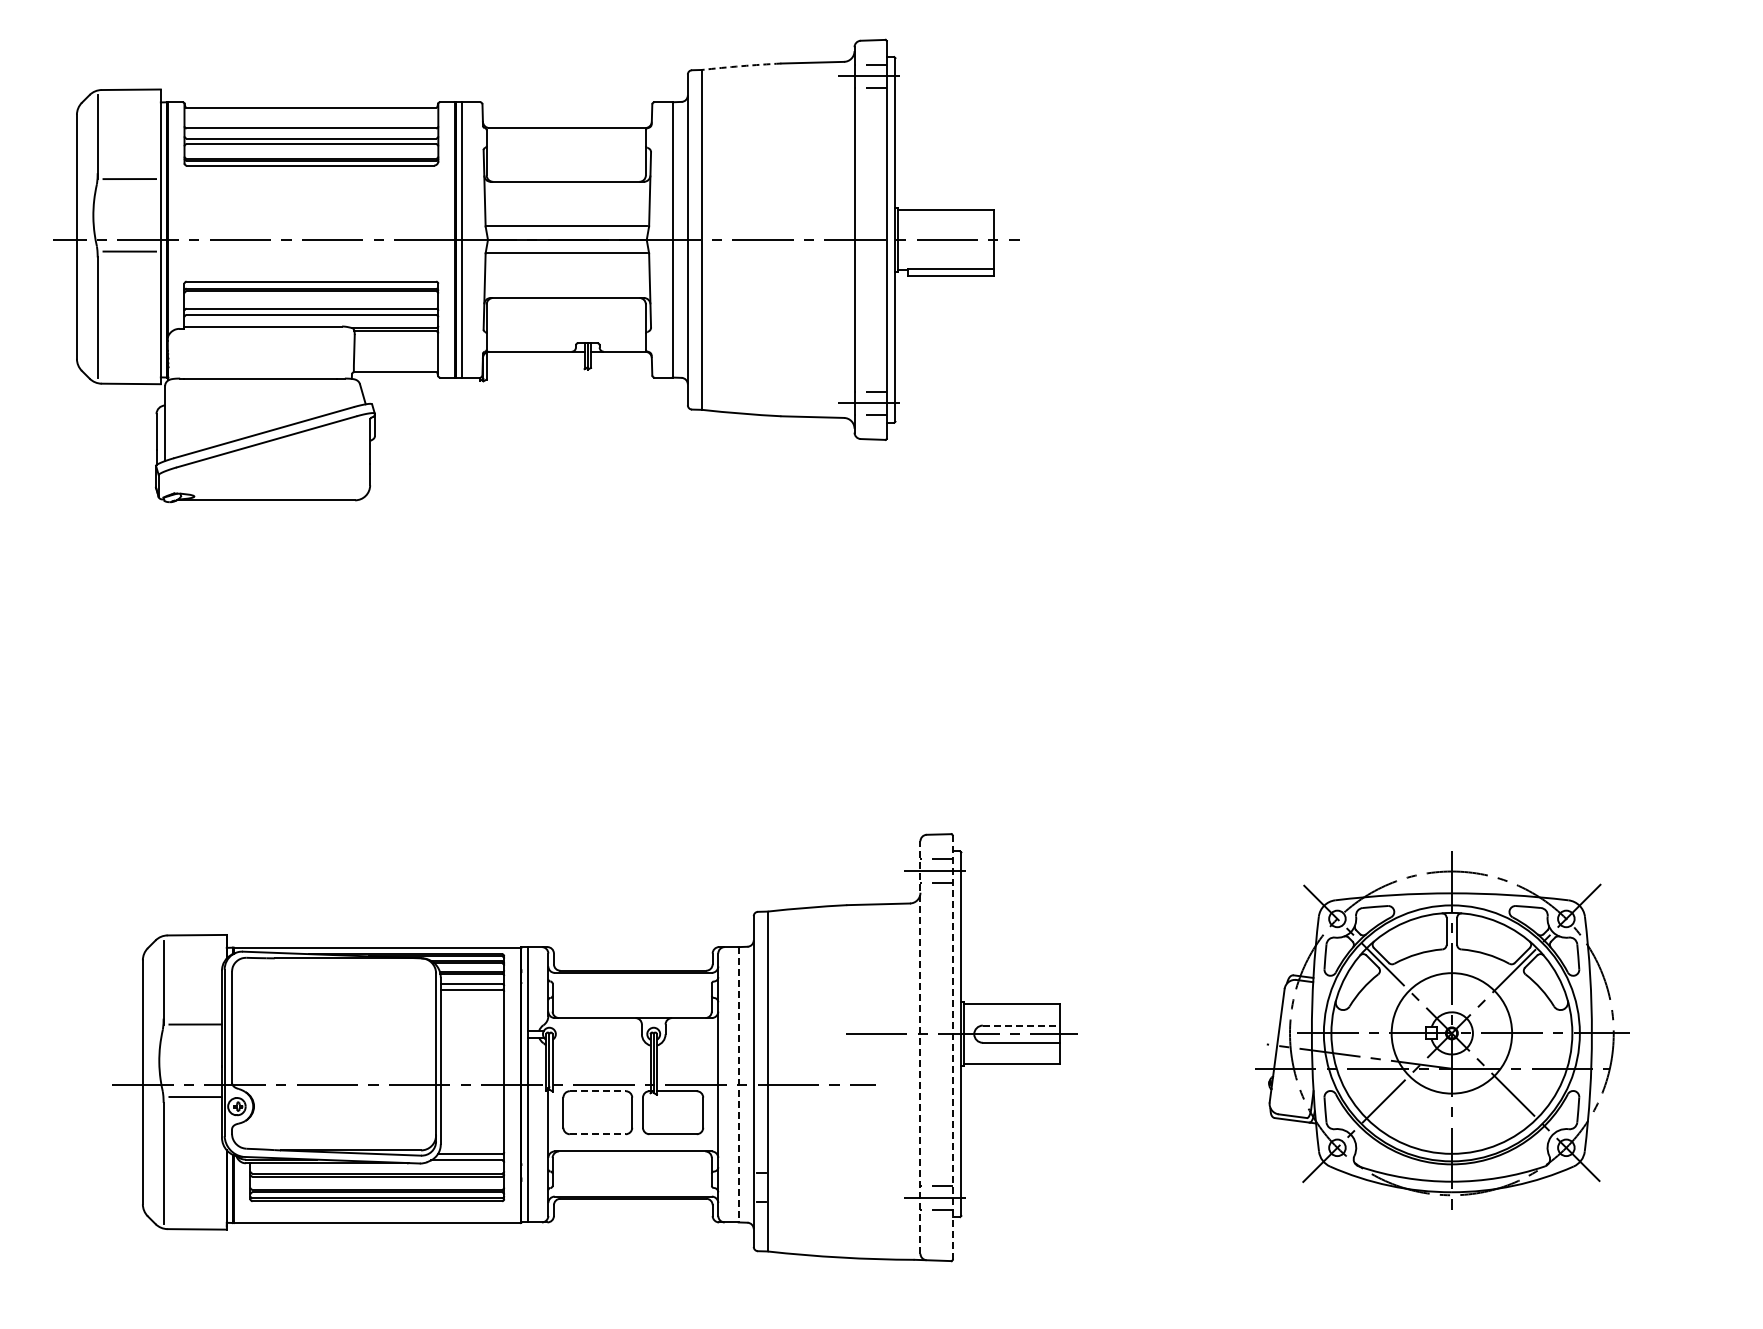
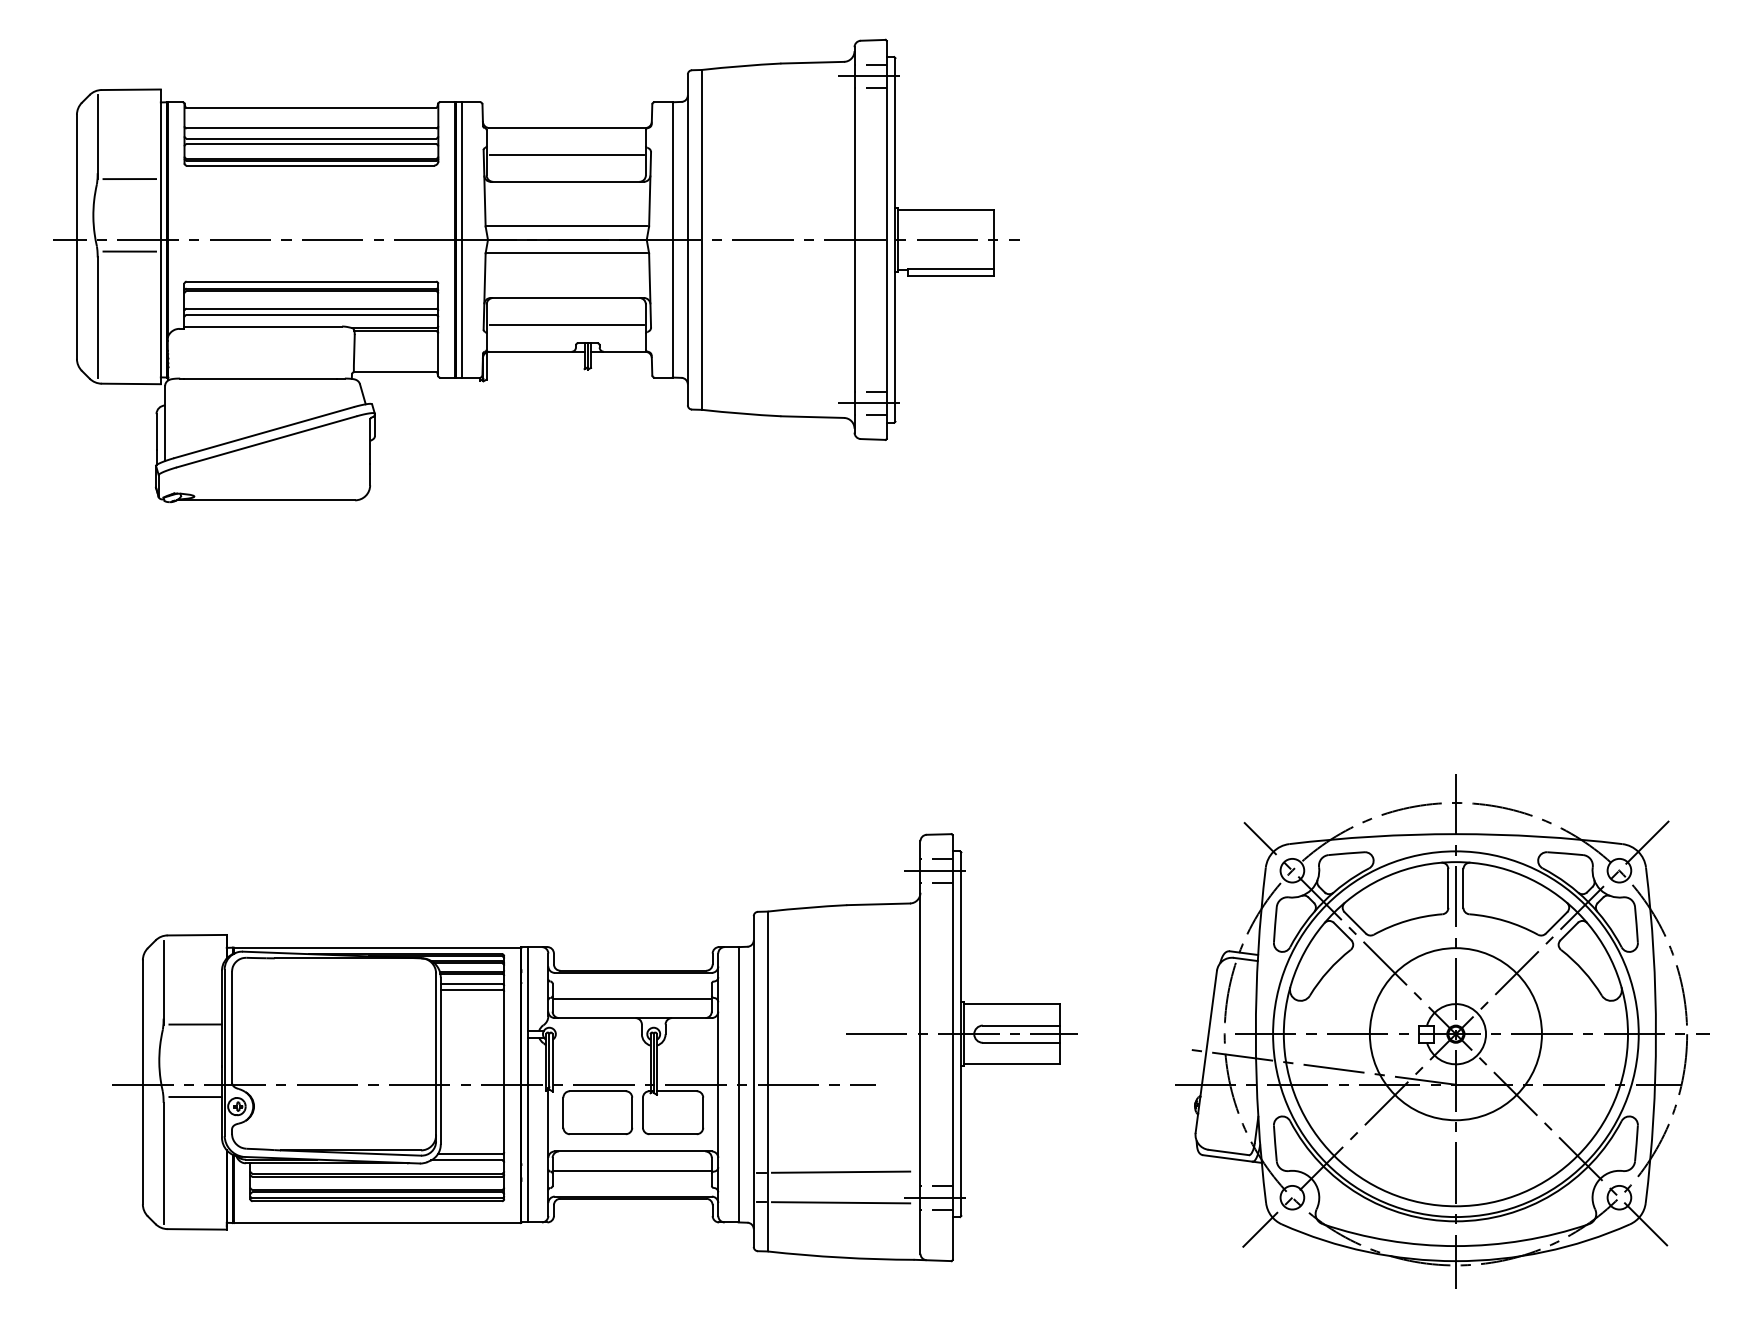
arc at (741, 66): dashed -> solid
line at (566, 154): none -> present
line at (566, 325): none -> present
line at (632, 998): none -> present
line at (1021, 1025): dashed -> solid
part at (1442, 1030) size: 375x359 px -> 535x515 px
line at (920, 1047): dashed -> solid
line at (952, 1047): dashed -> solid
line at (738, 1084): dashed -> solid
line at (597, 1091): dashed -> solid
line at (597, 1134): dashed -> solid
line at (632, 1170): none -> present
line at (840, 1171): none -> present
line at (840, 1202): none -> present
